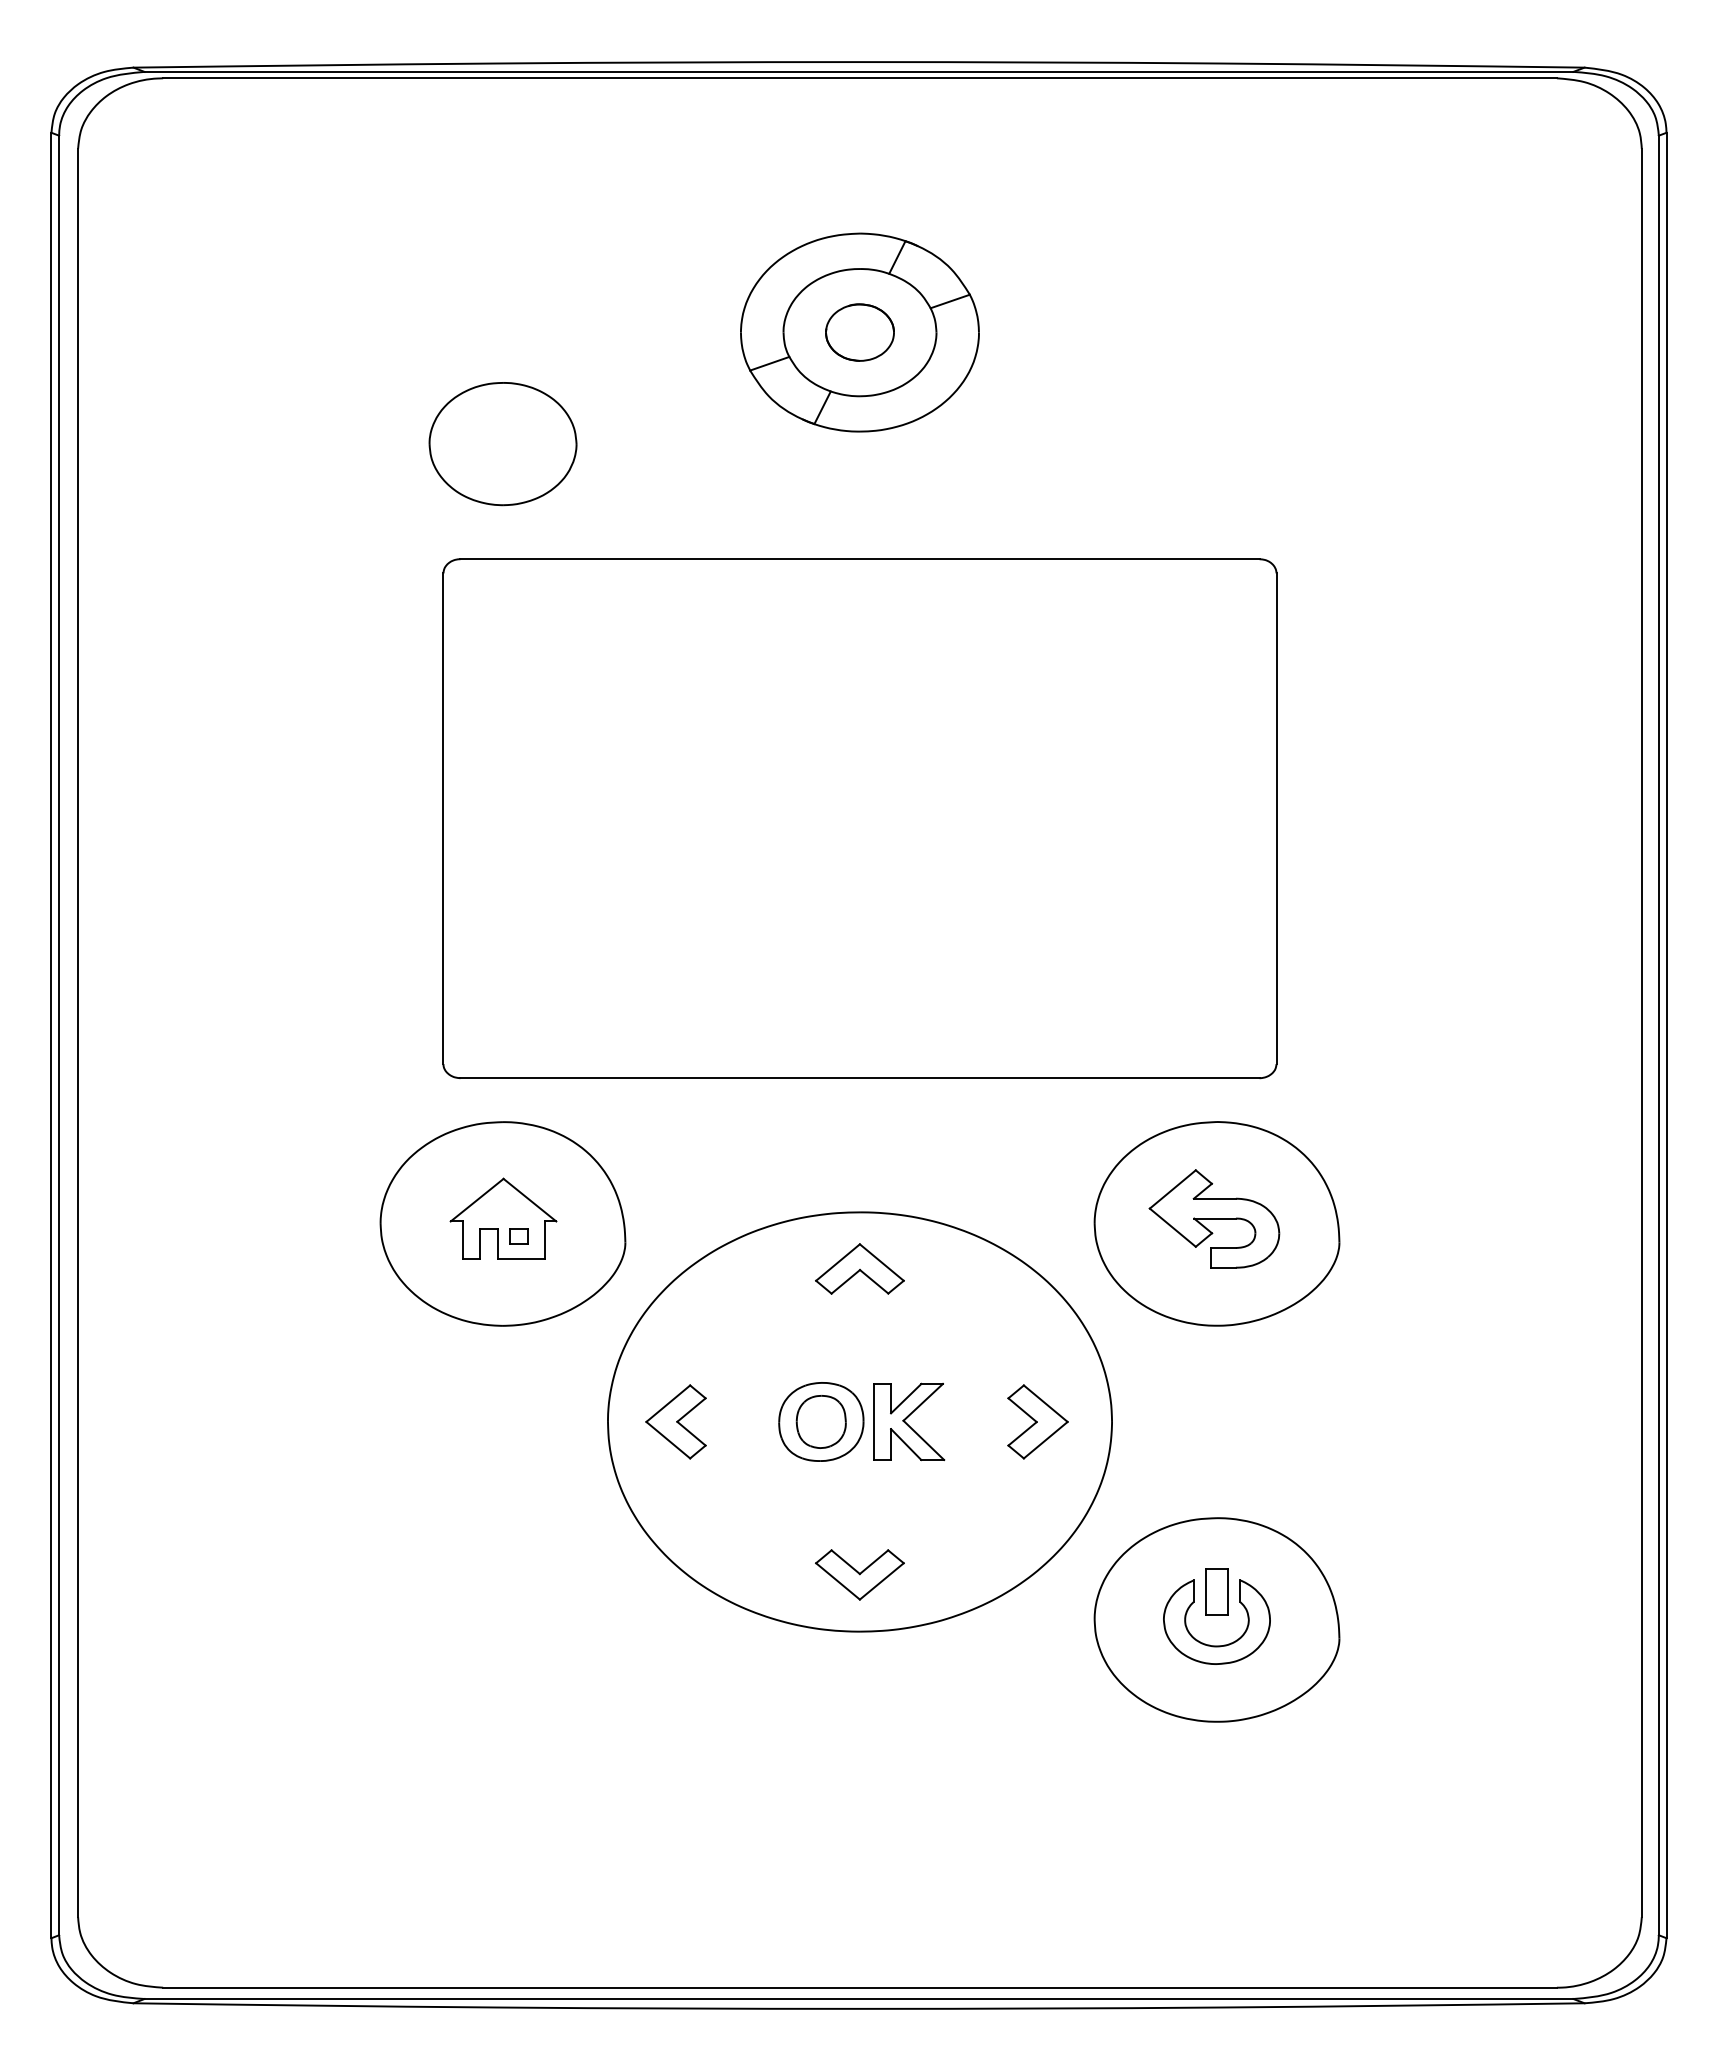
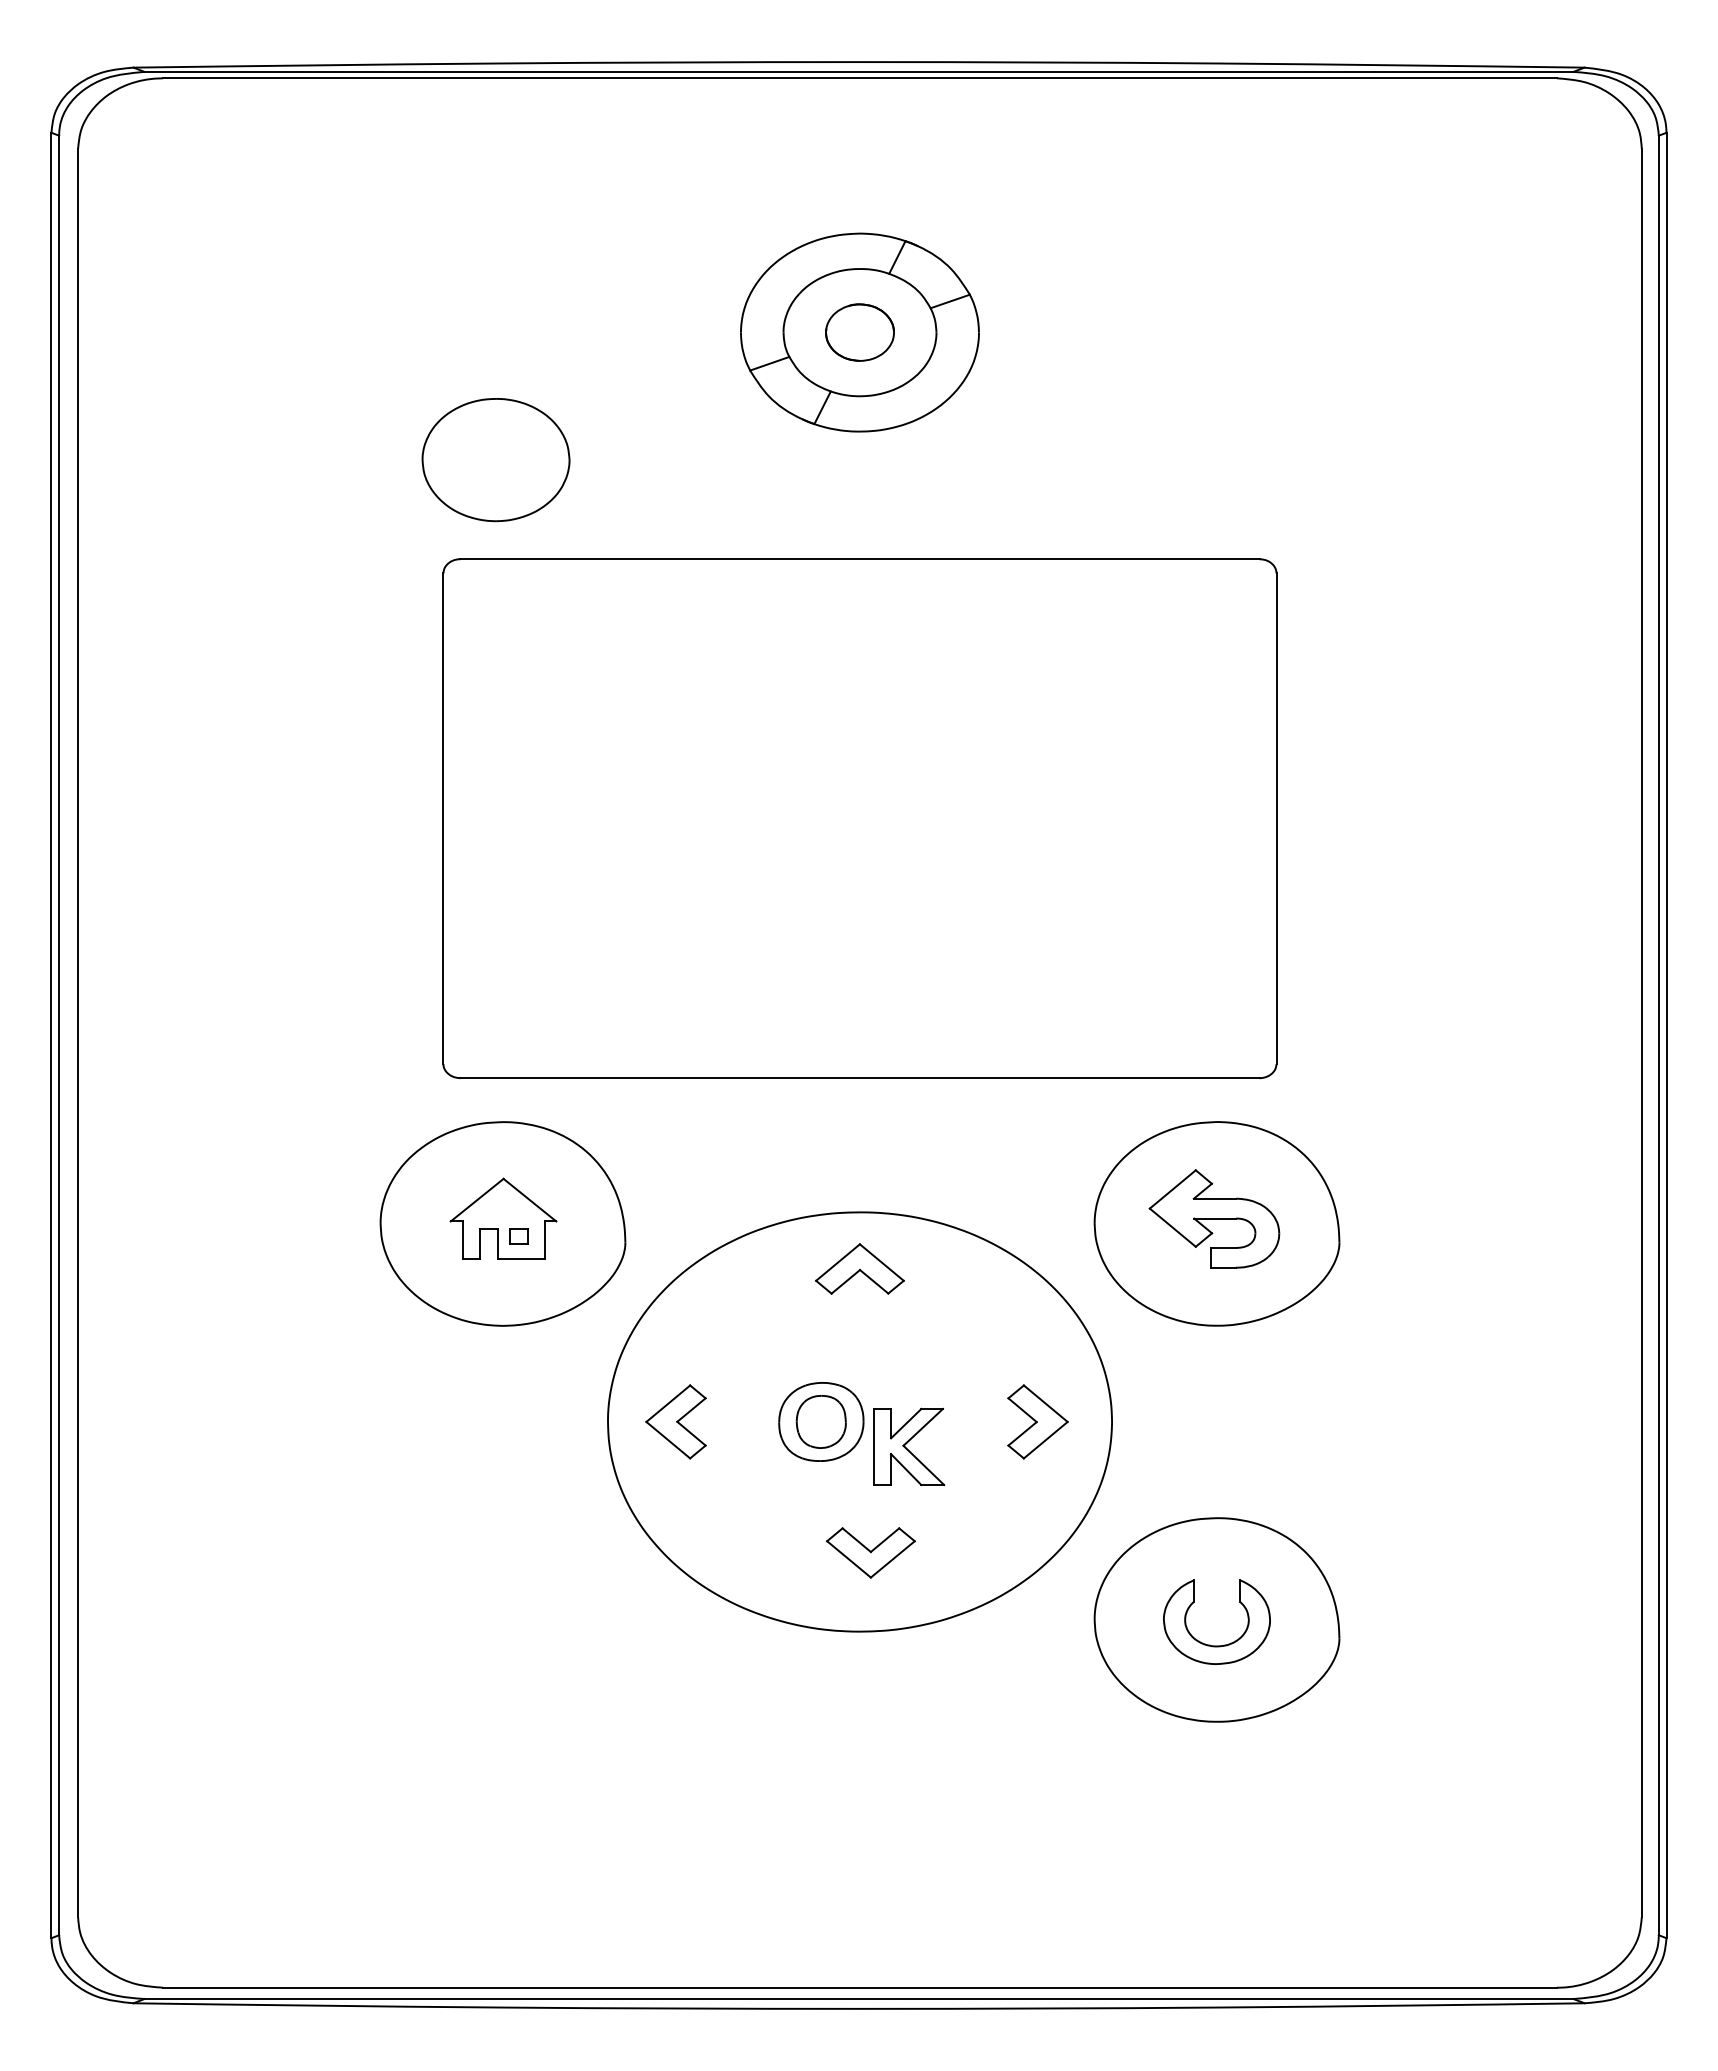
part at (502, 444) position: (502, 444) -> (495, 460)
part at (909, 1421) position: (909, 1421) -> (909, 1446)
part at (859, 1574) position: (859, 1574) -> (870, 1552)
part at (1216, 1591): present -> none
